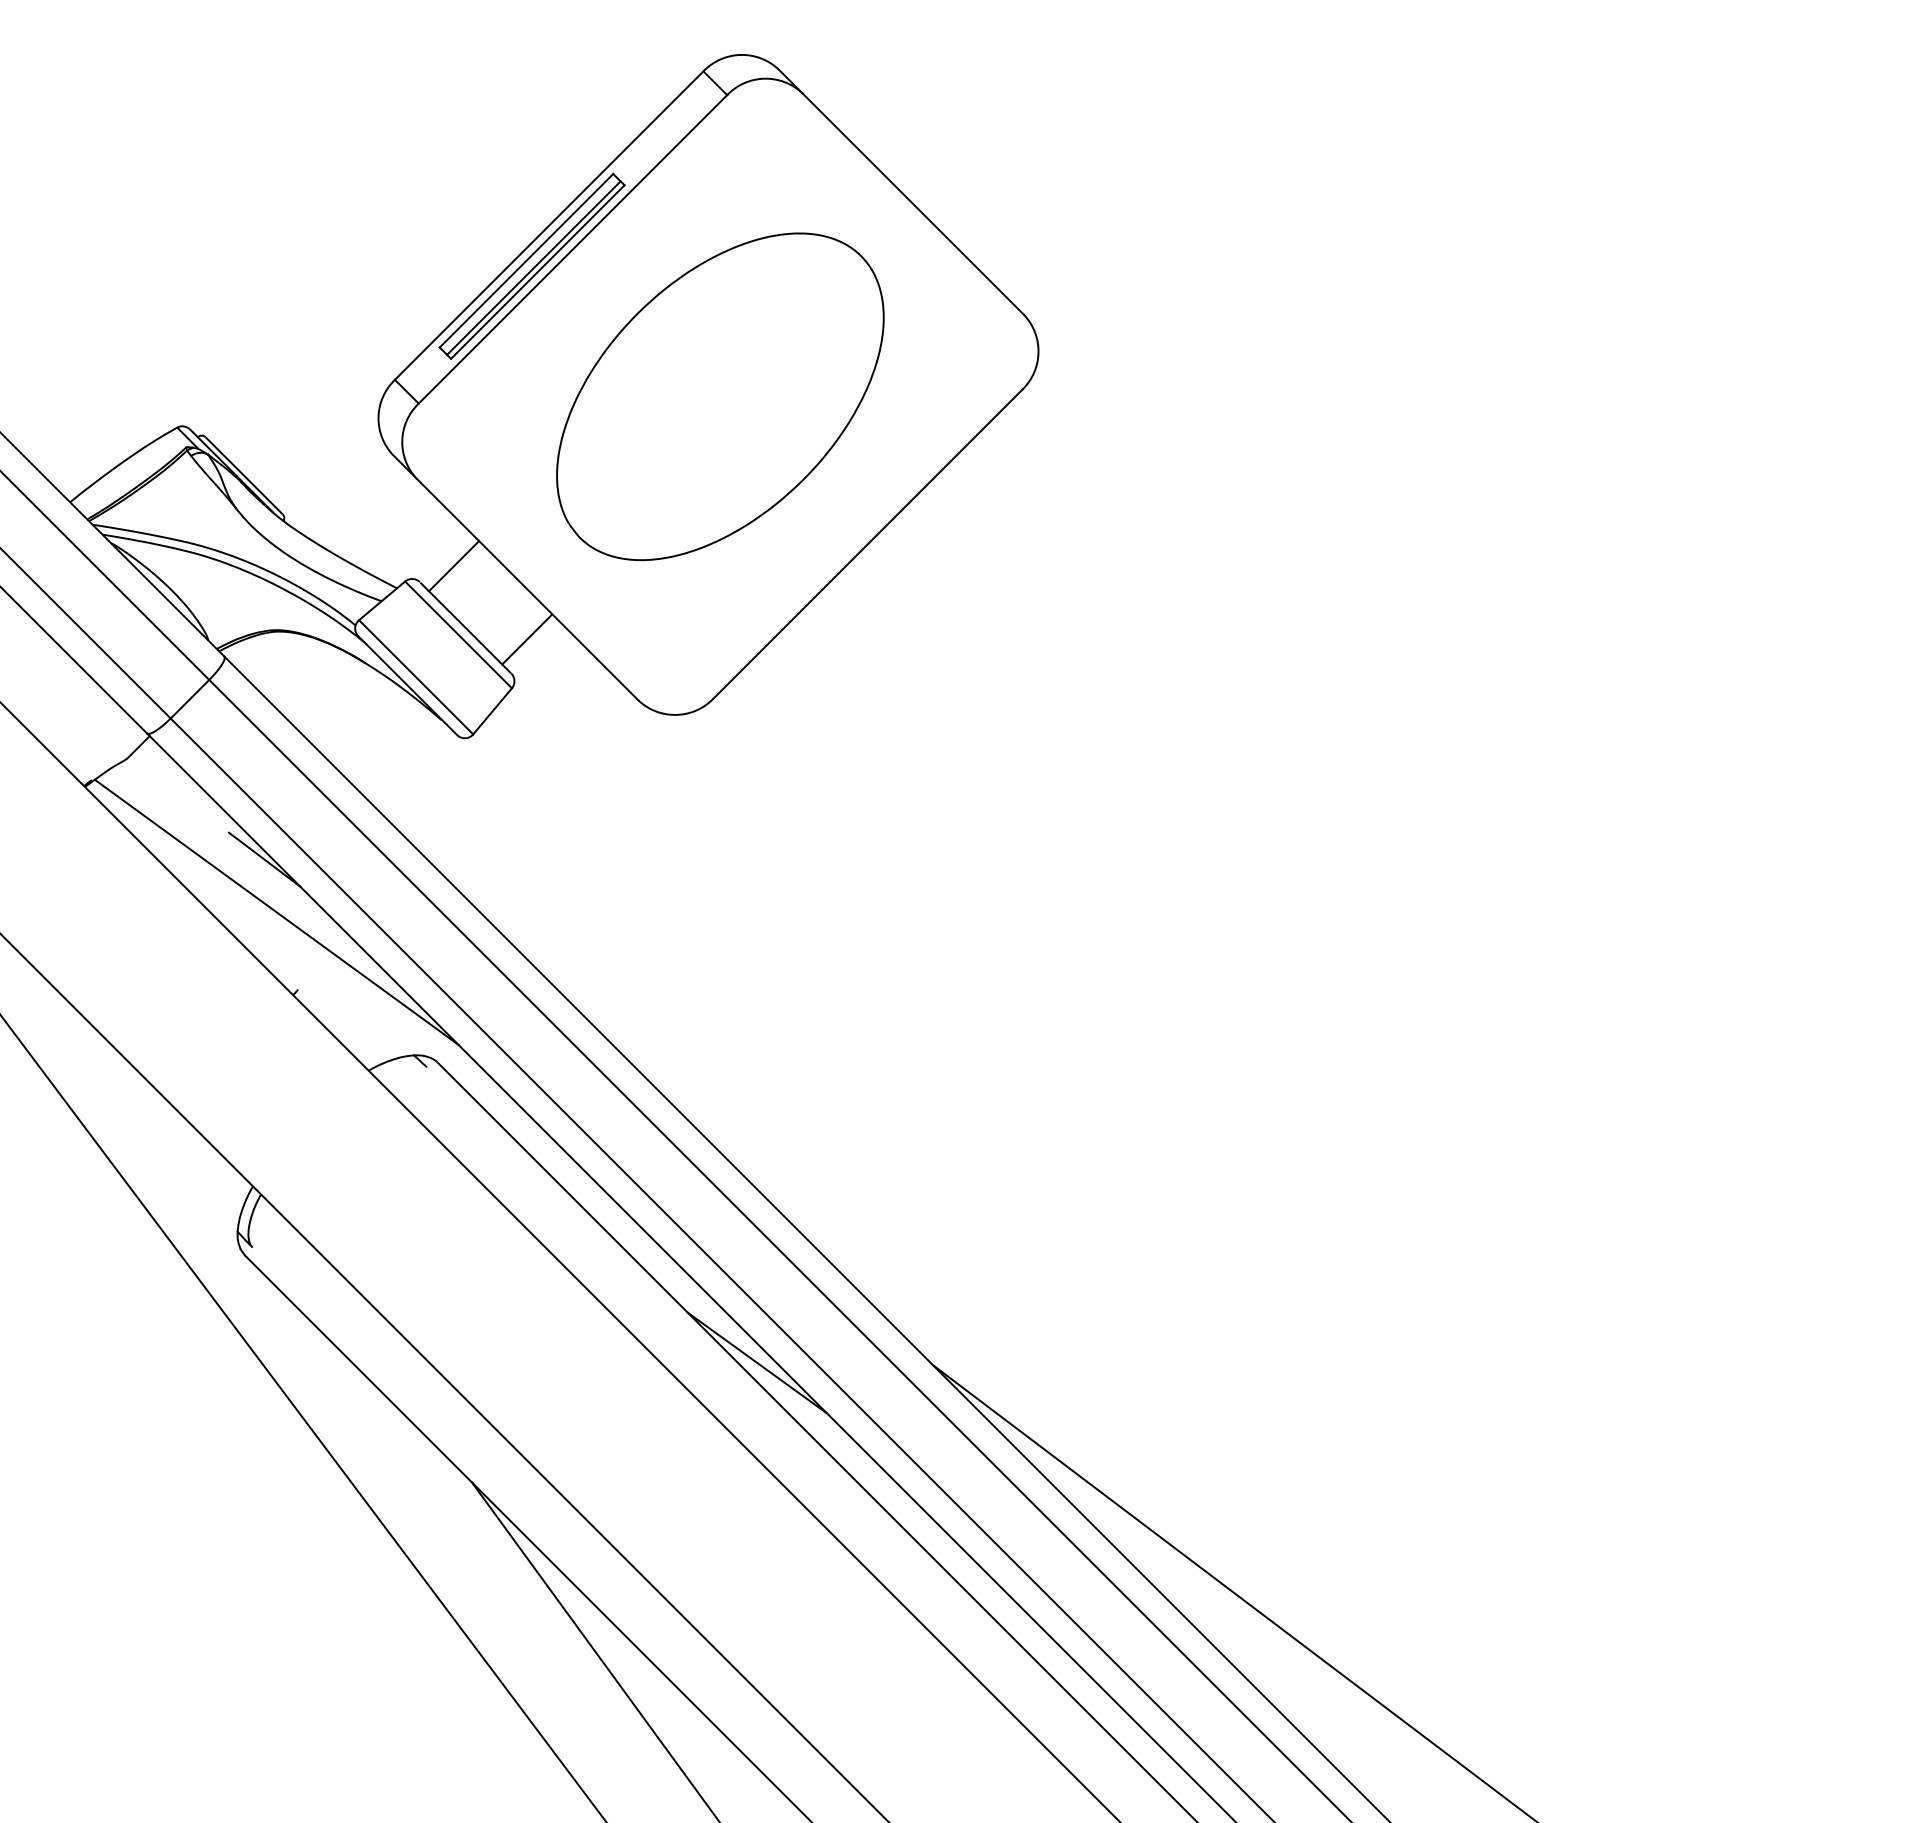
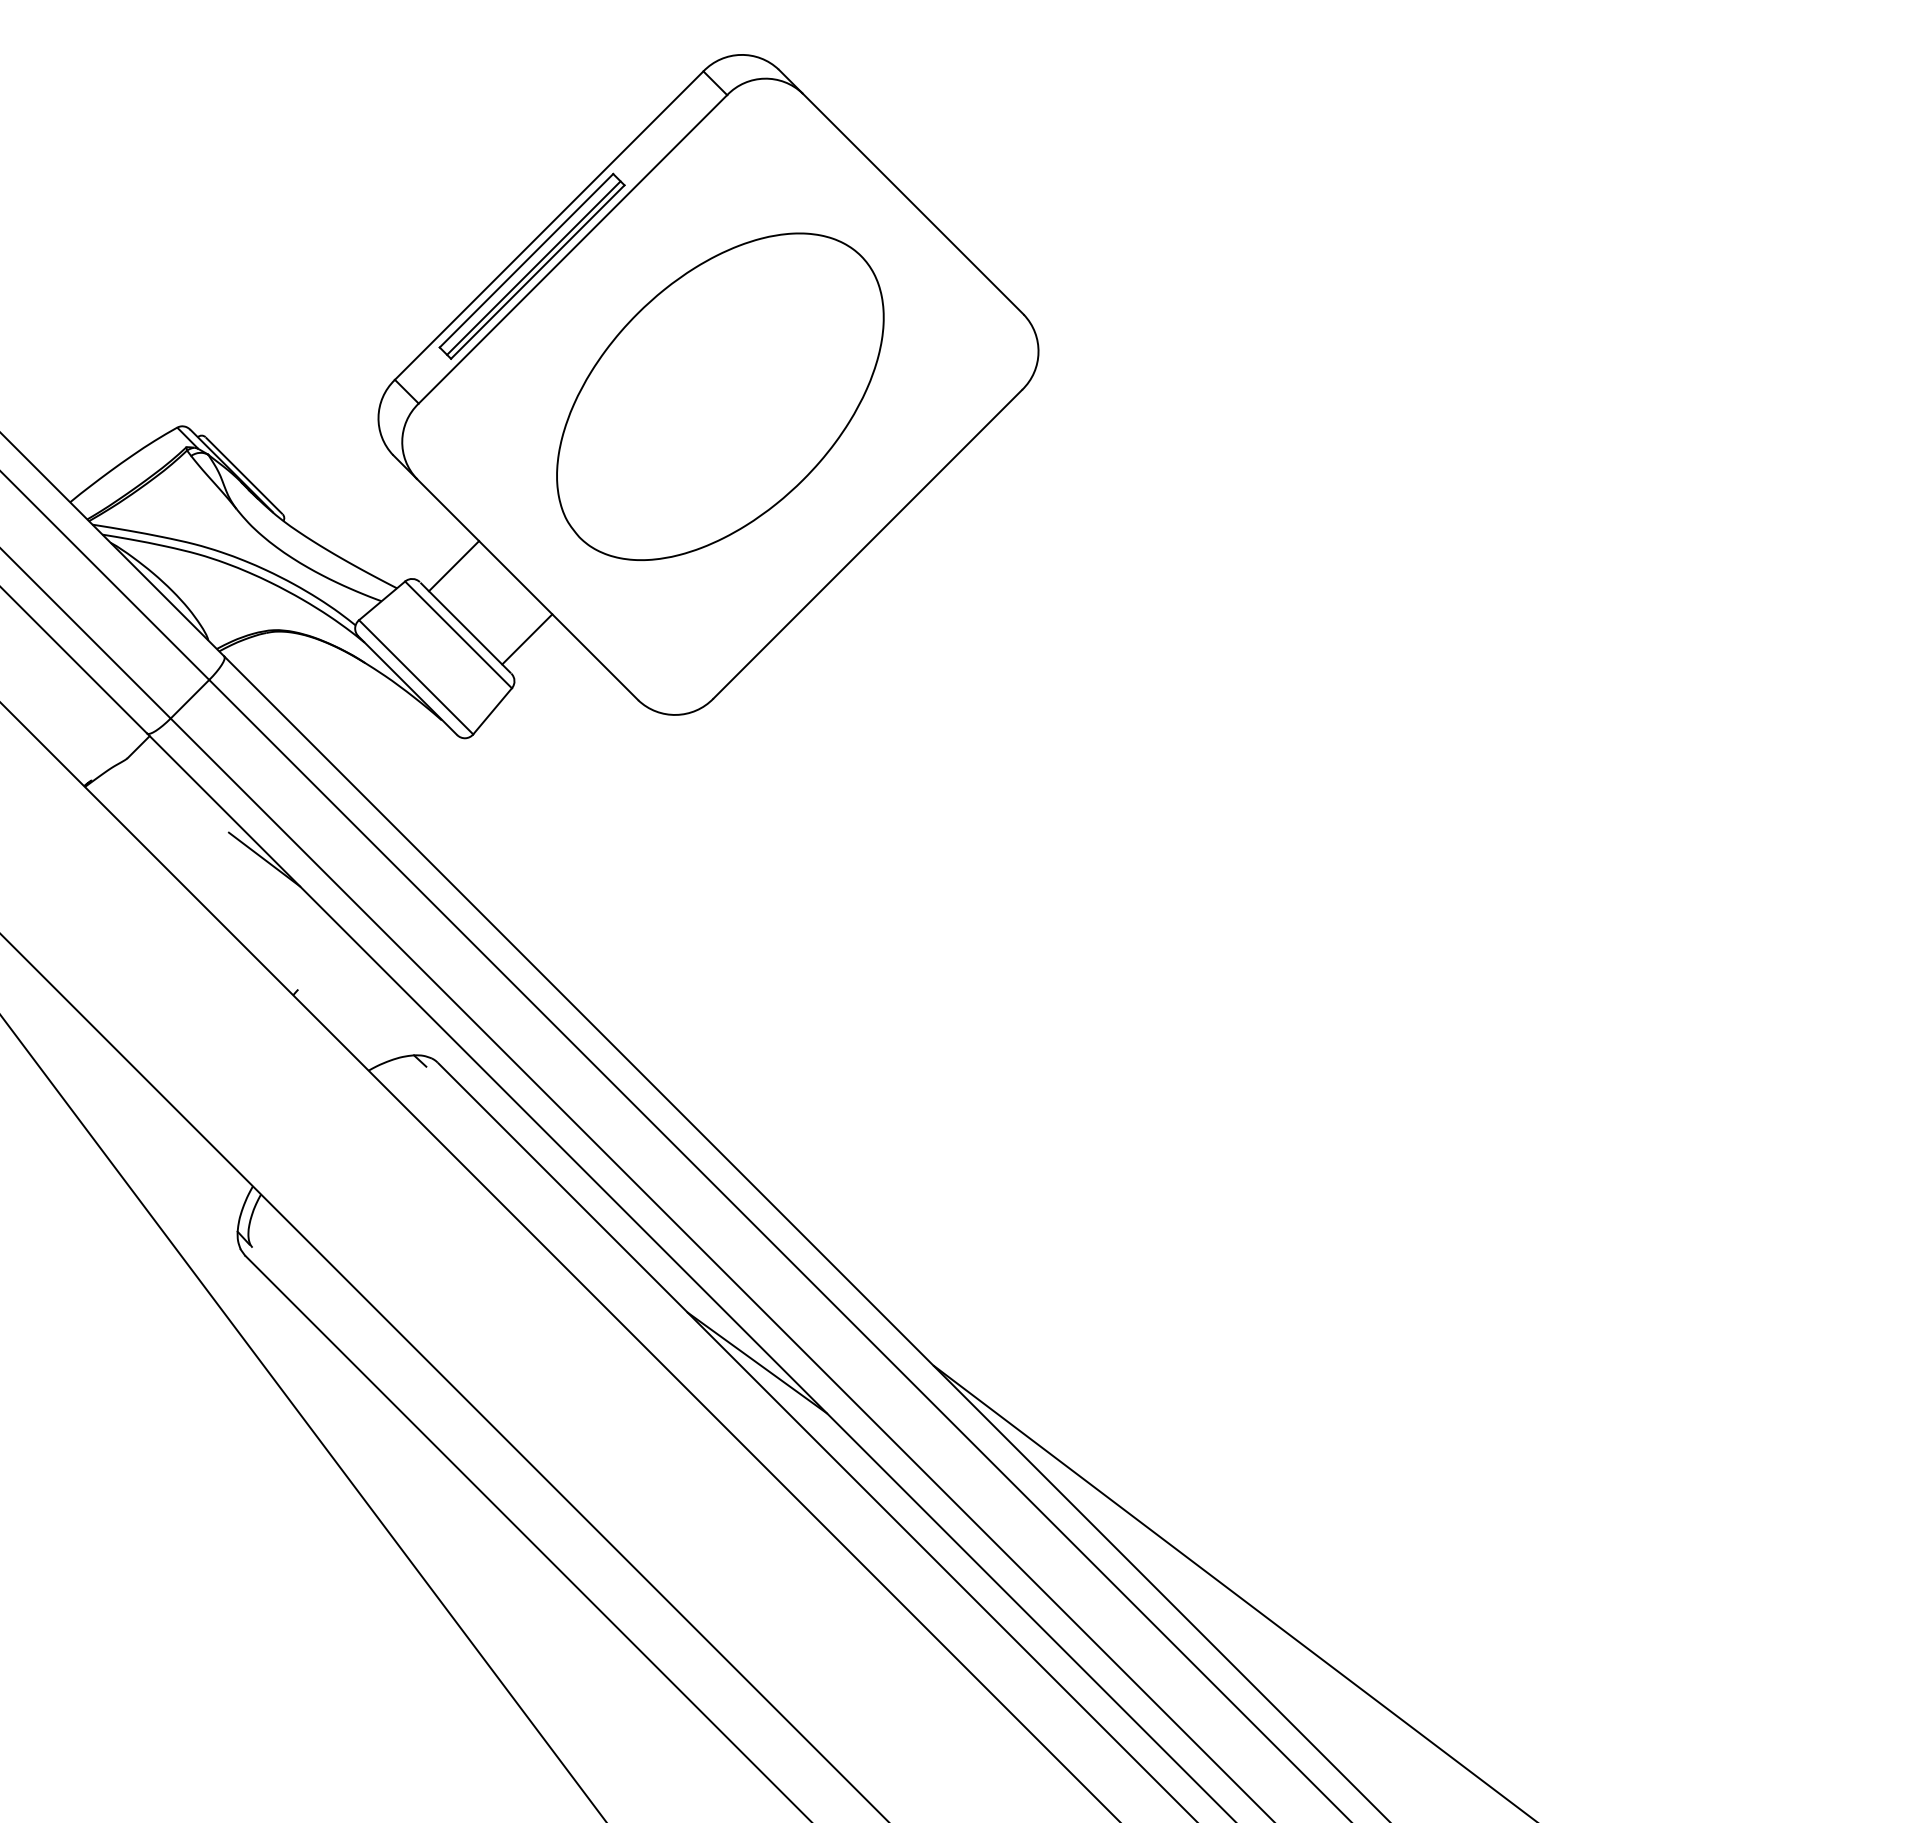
line at (276, 911): present -> none
line at (594, 1650): present -> none
